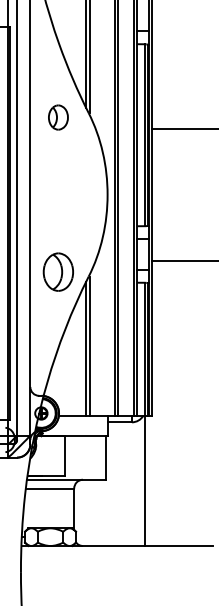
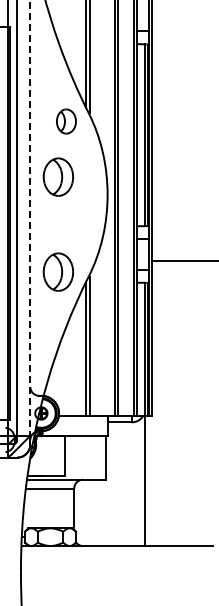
part at (58, 117) position: (58, 117) -> (66, 121)
line at (183, 128): present -> none
part at (57, 176): none -> present
line at (30, 222): solid -> dashed
